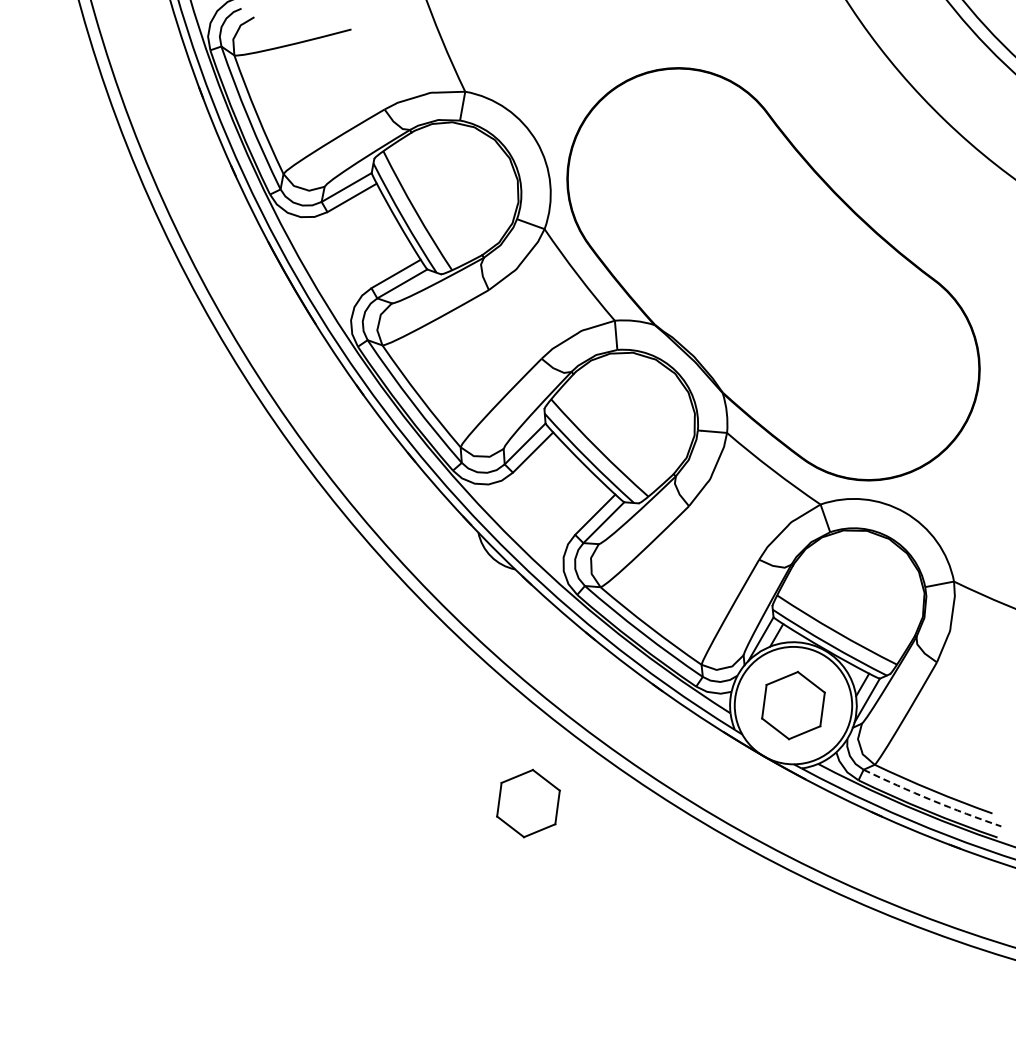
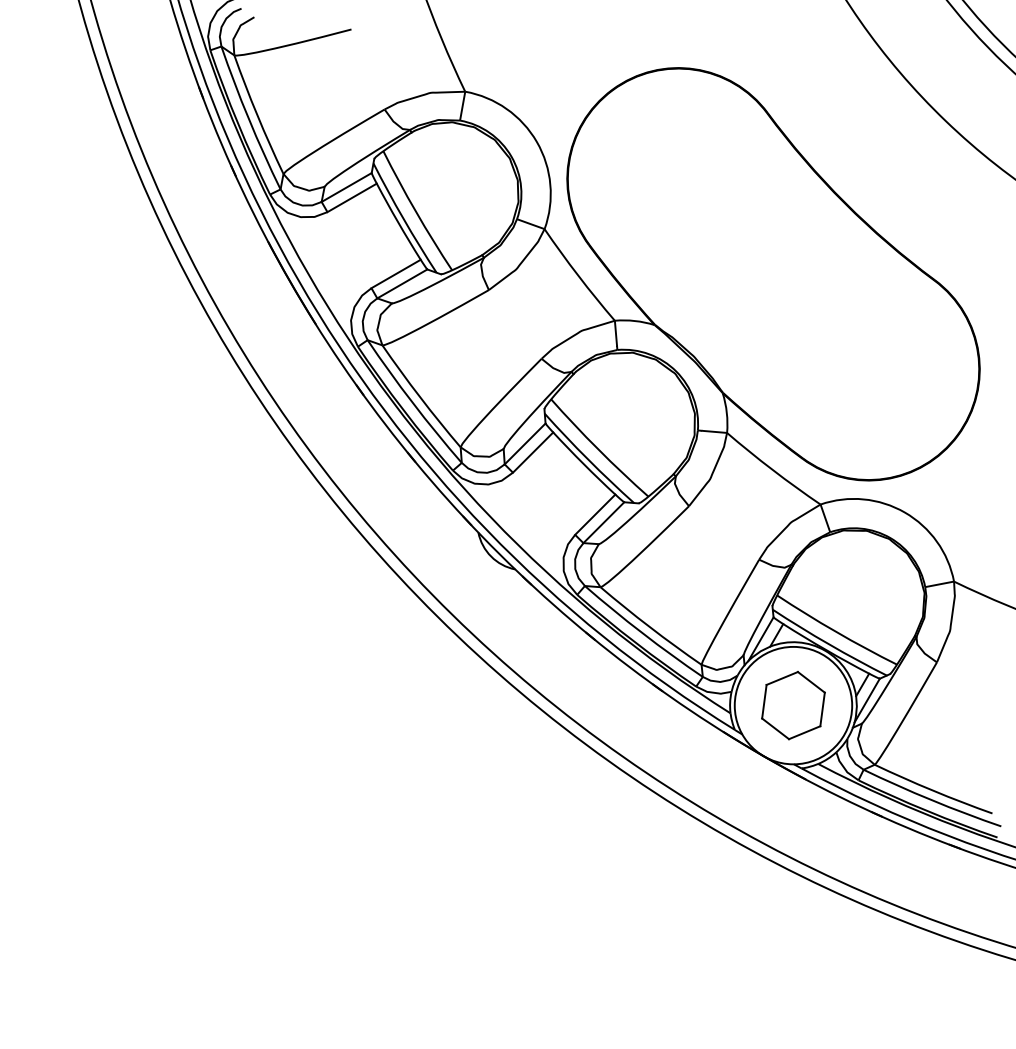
arc at (931, 800): dashed -> solid
part at (528, 803): present -> none
